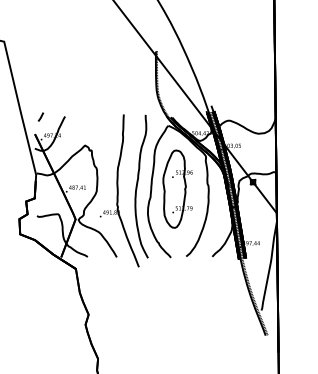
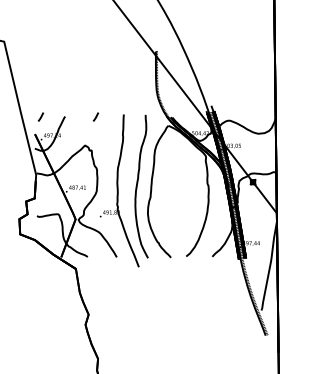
line at (95, 116): none -> present
part at (177, 188): present -> none
